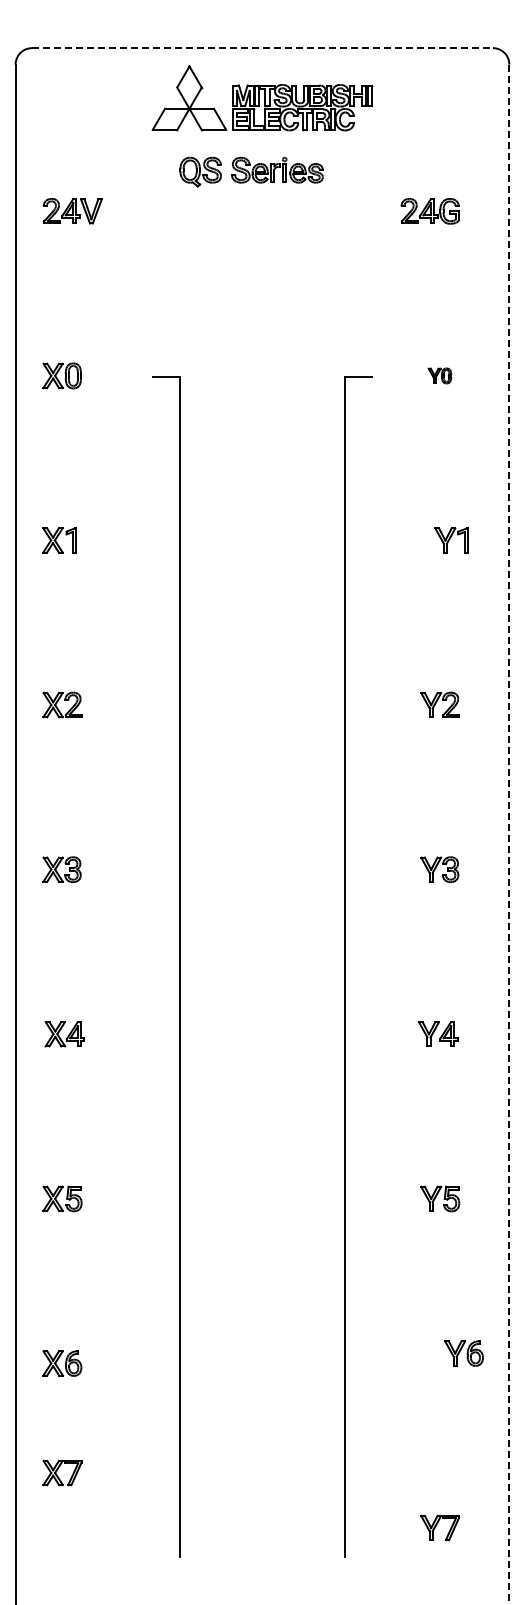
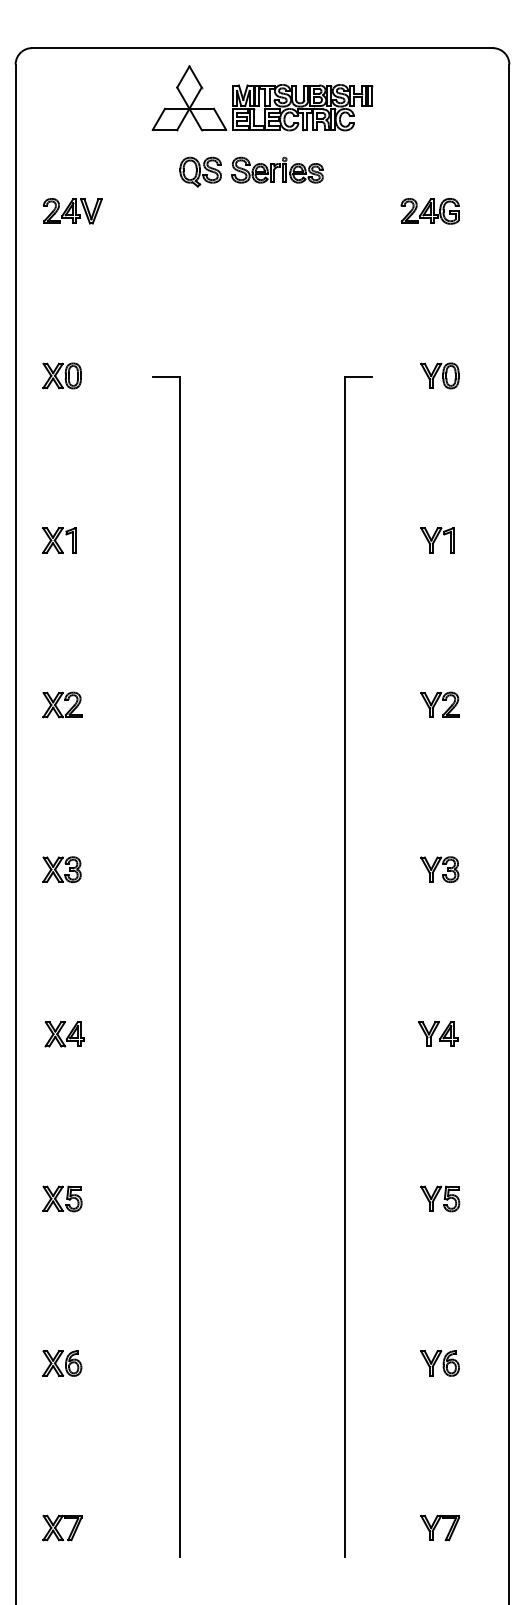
line at (262, 48): dashed -> solid
part at (439, 375) size: 26x18 px -> 40x28 px
part at (451, 540) position: (451, 540) -> (437, 540)
line at (509, 834): dashed -> solid
part at (463, 1353) position: (463, 1353) -> (439, 1363)
part at (62, 1472) position: (62, 1472) -> (62, 1527)
